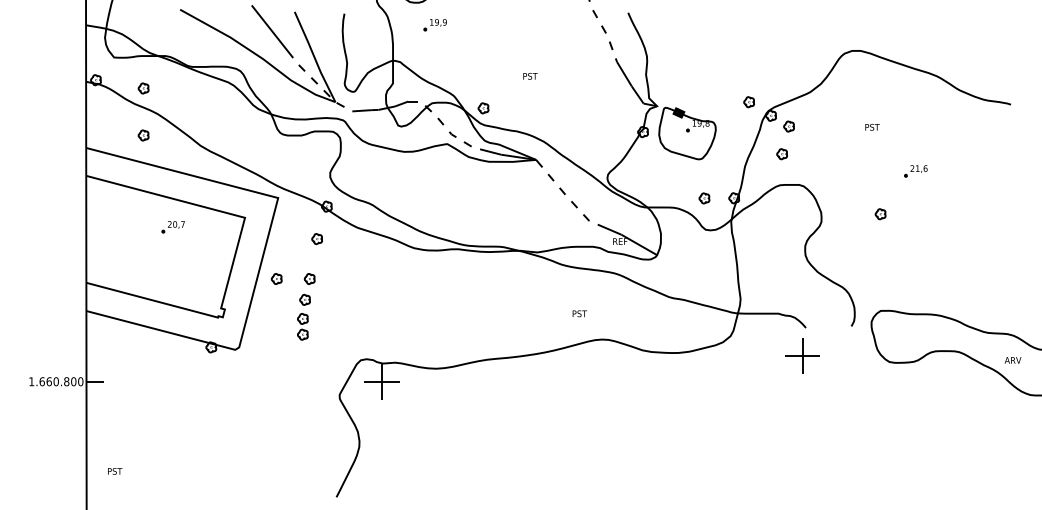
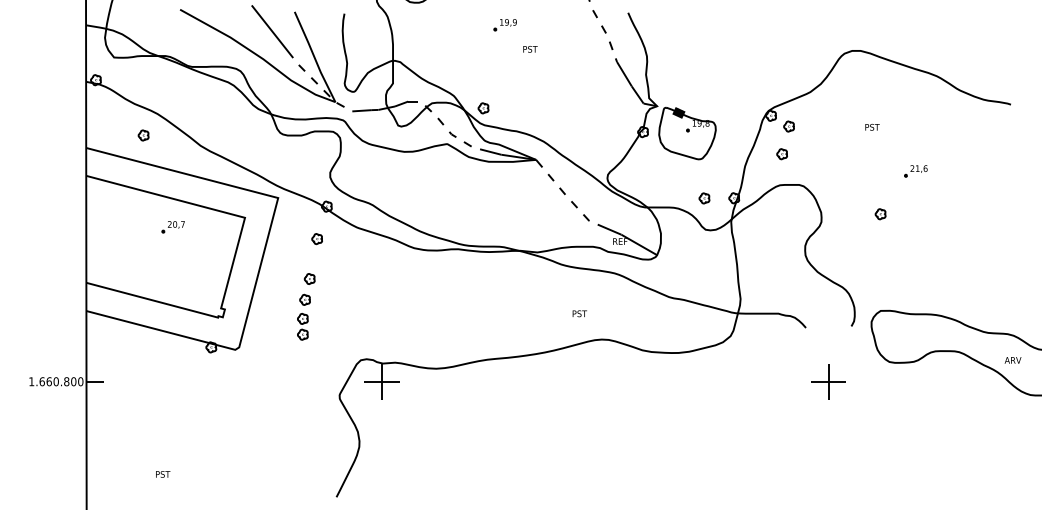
part at (434, 25) position: (434, 25) -> (504, 25)
text at (530, 76) position: (530, 76) -> (530, 49)
part at (143, 88): present -> none
part at (748, 102): present -> none
part at (276, 278): present -> none
part at (802, 355) position: (802, 355) -> (828, 381)
text at (115, 471) position: (115, 471) -> (163, 474)
